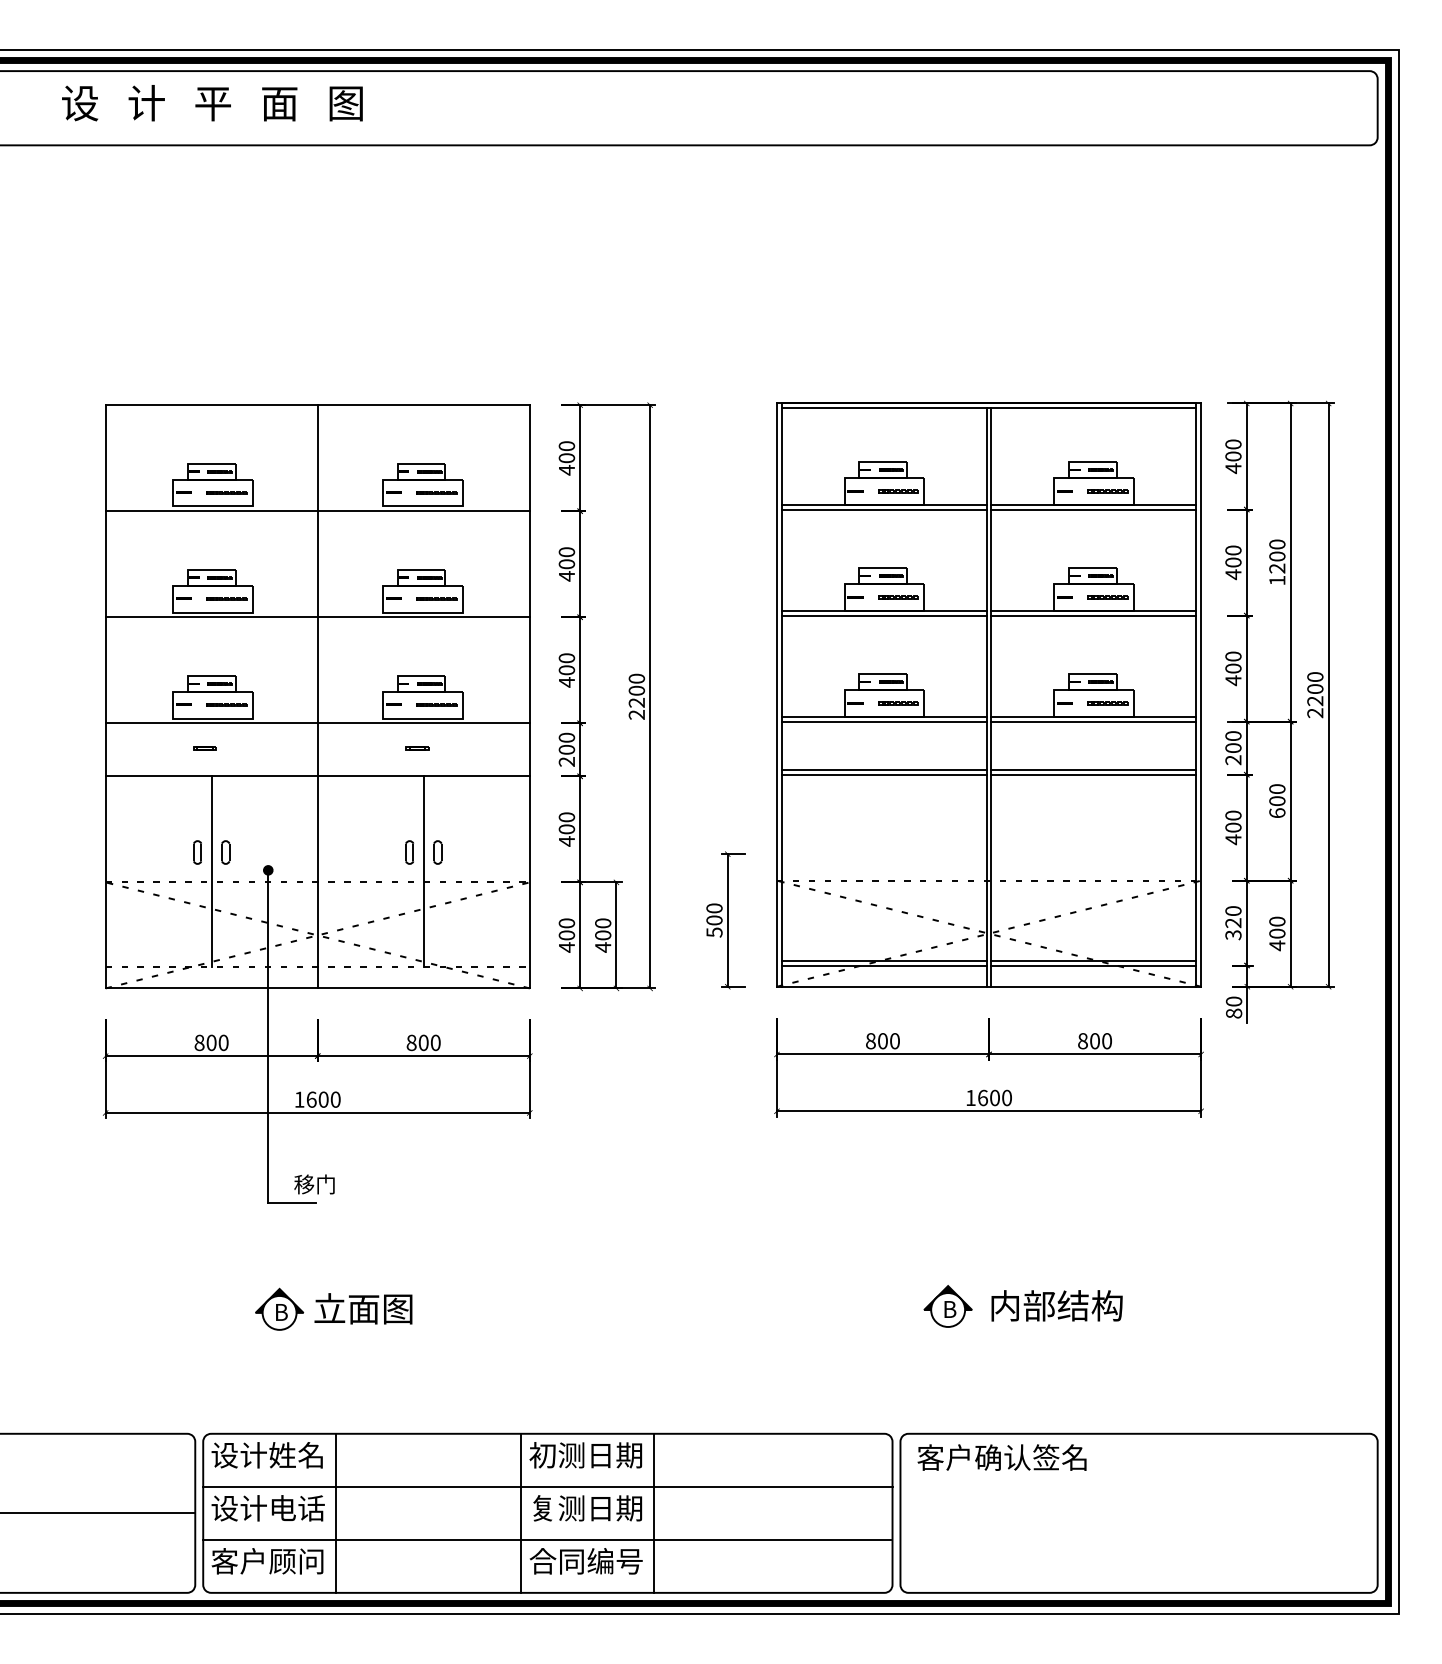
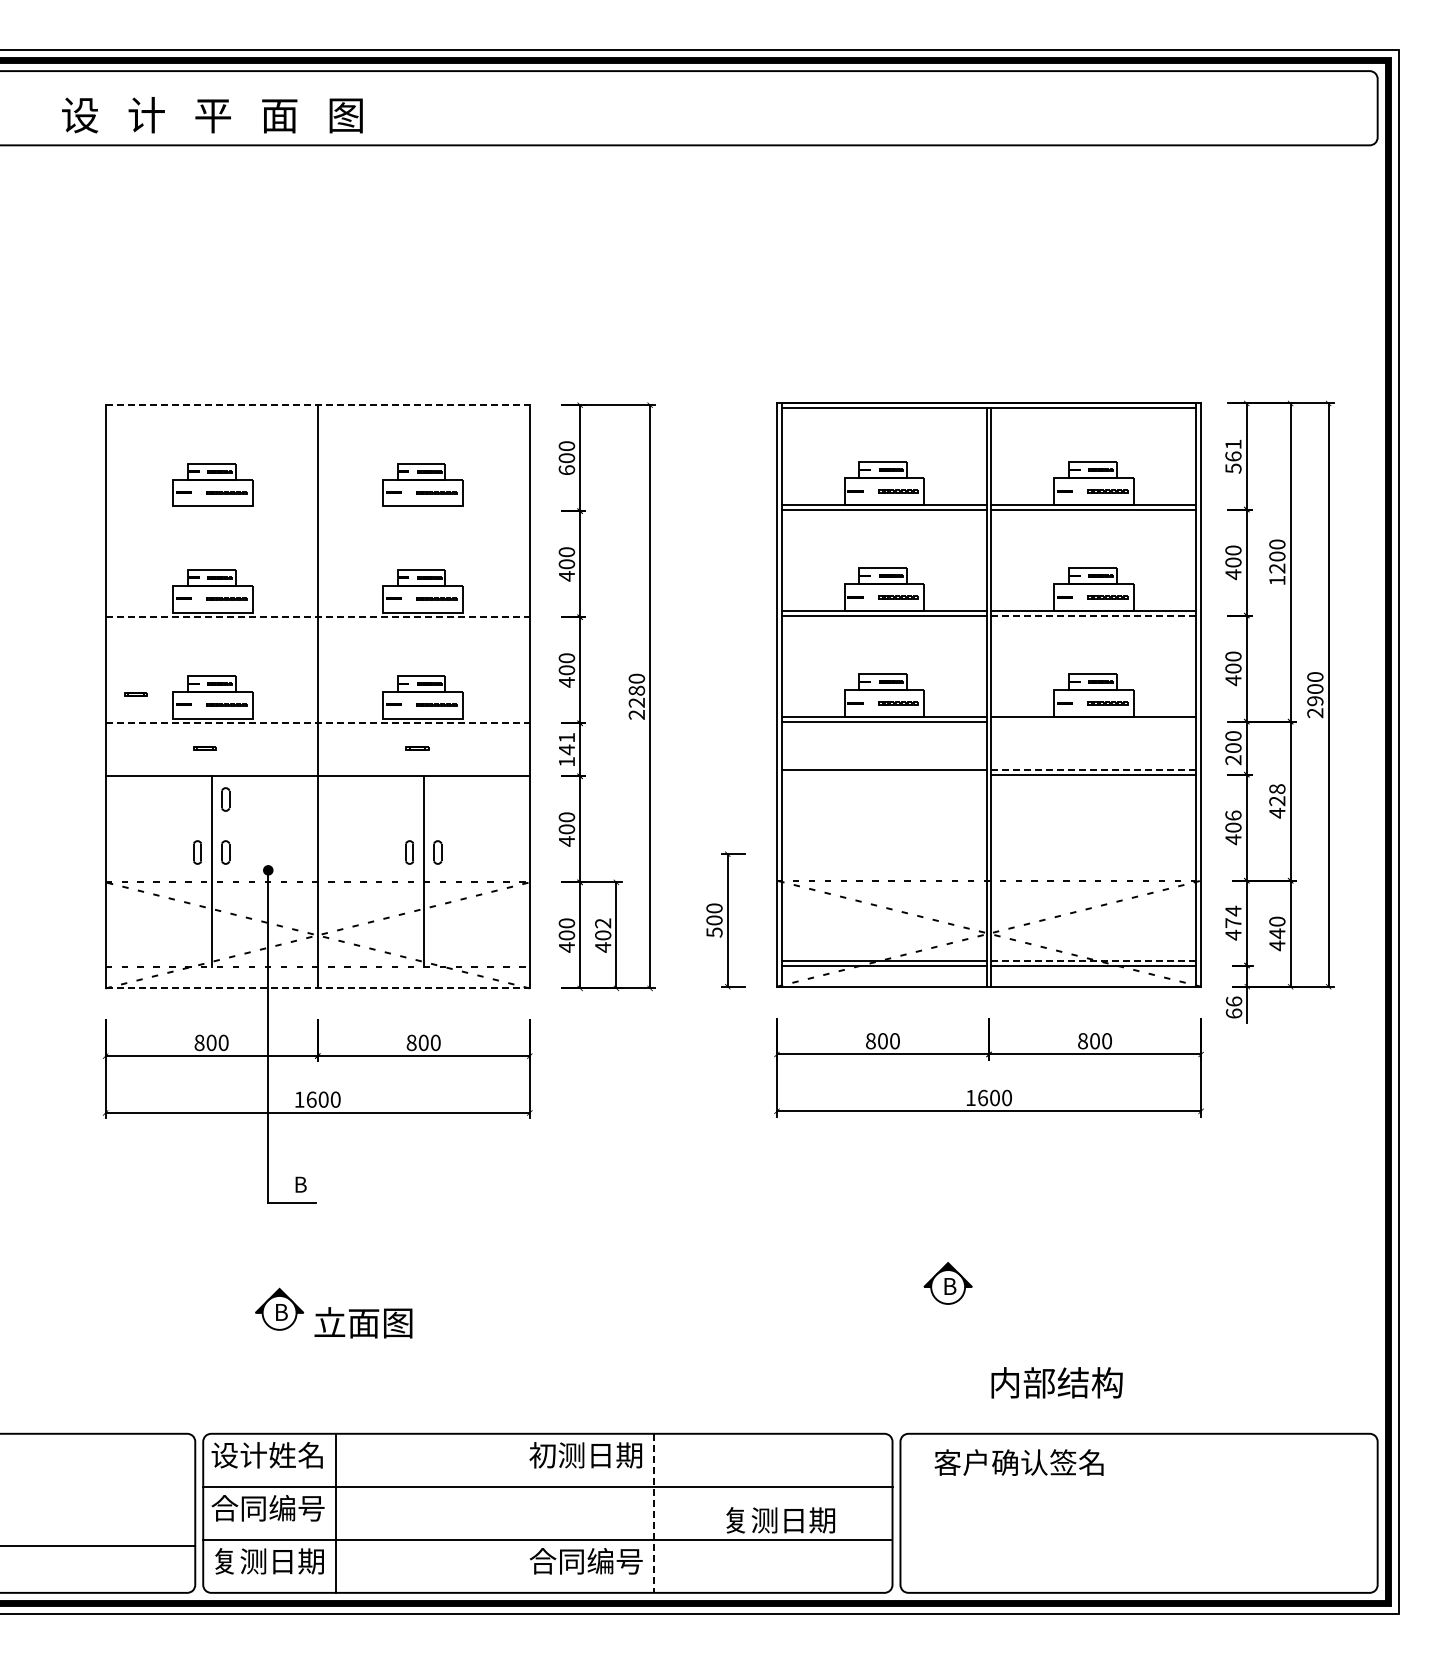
text at (212, 103) position: (212, 103) -> (212, 115)
line at (318, 405): solid -> dashed
text at (1233, 456): 400 -> 561
text at (566, 470): 400 -> 600
line at (317, 511): present -> none
line at (1094, 615): solid -> dashed
line at (318, 617): solid -> dashed
text at (636, 690): 2200 -> 2280
line at (135, 693): none -> present
text at (1315, 701): 2200 -> 2900
line at (1093, 721): present -> none
line at (318, 723): solid -> dashed
text at (566, 749): 200 -> 141
line at (1094, 769): solid -> dashed
line at (883, 774): present -> none
part at (225, 799): none -> present
text at (1277, 801): 600 -> 428
text at (1233, 815): 400 -> 406
text at (1233, 922): 320 -> 474
text at (603, 923): 400 -> 402
text at (1277, 933): 400 -> 440
line at (1094, 960): solid -> dashed
line at (318, 988): solid -> dashed
text at (1234, 1007): 80 -> 66
text at (314, 1184): 移门 -> B
text at (1056, 1305) position: (1056, 1305) -> (1056, 1382)
part at (947, 1306) position: (947, 1306) -> (947, 1283)
text at (363, 1308) position: (363, 1308) -> (363, 1322)
text at (1001, 1457) position: (1001, 1457) -> (1018, 1462)
text at (267, 1508): 设计电话 -> 合同编号
text at (587, 1508) position: (587, 1508) -> (780, 1520)
line at (521, 1512): present -> none
line at (98, 1513) position: (98, 1513) -> (98, 1546)
line at (653, 1513): solid -> dashed
text at (267, 1561): 客户顾问 -> 复测日期
